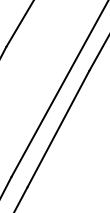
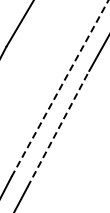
line at (60, 88): solid -> dashed
line at (58, 128): solid -> dashed
